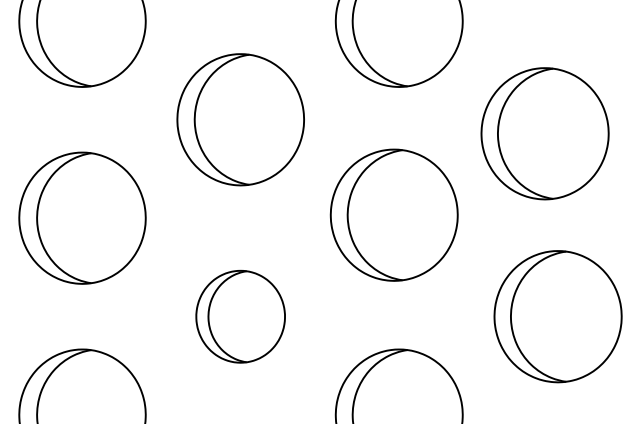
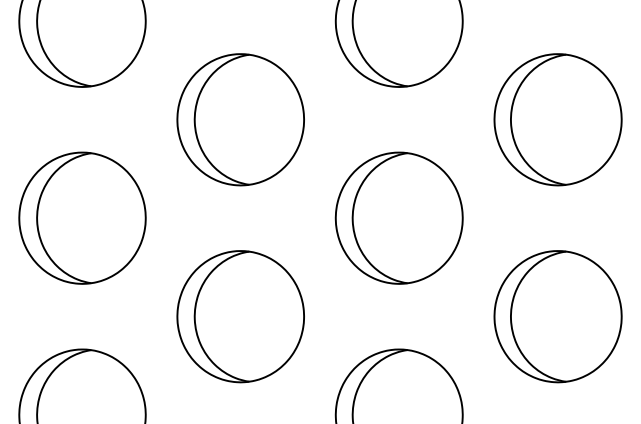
part at (544, 133) position: (544, 133) -> (557, 119)
part at (393, 214) position: (393, 214) -> (398, 217)
part at (240, 316) size: 91x94 px -> 129x134 px
